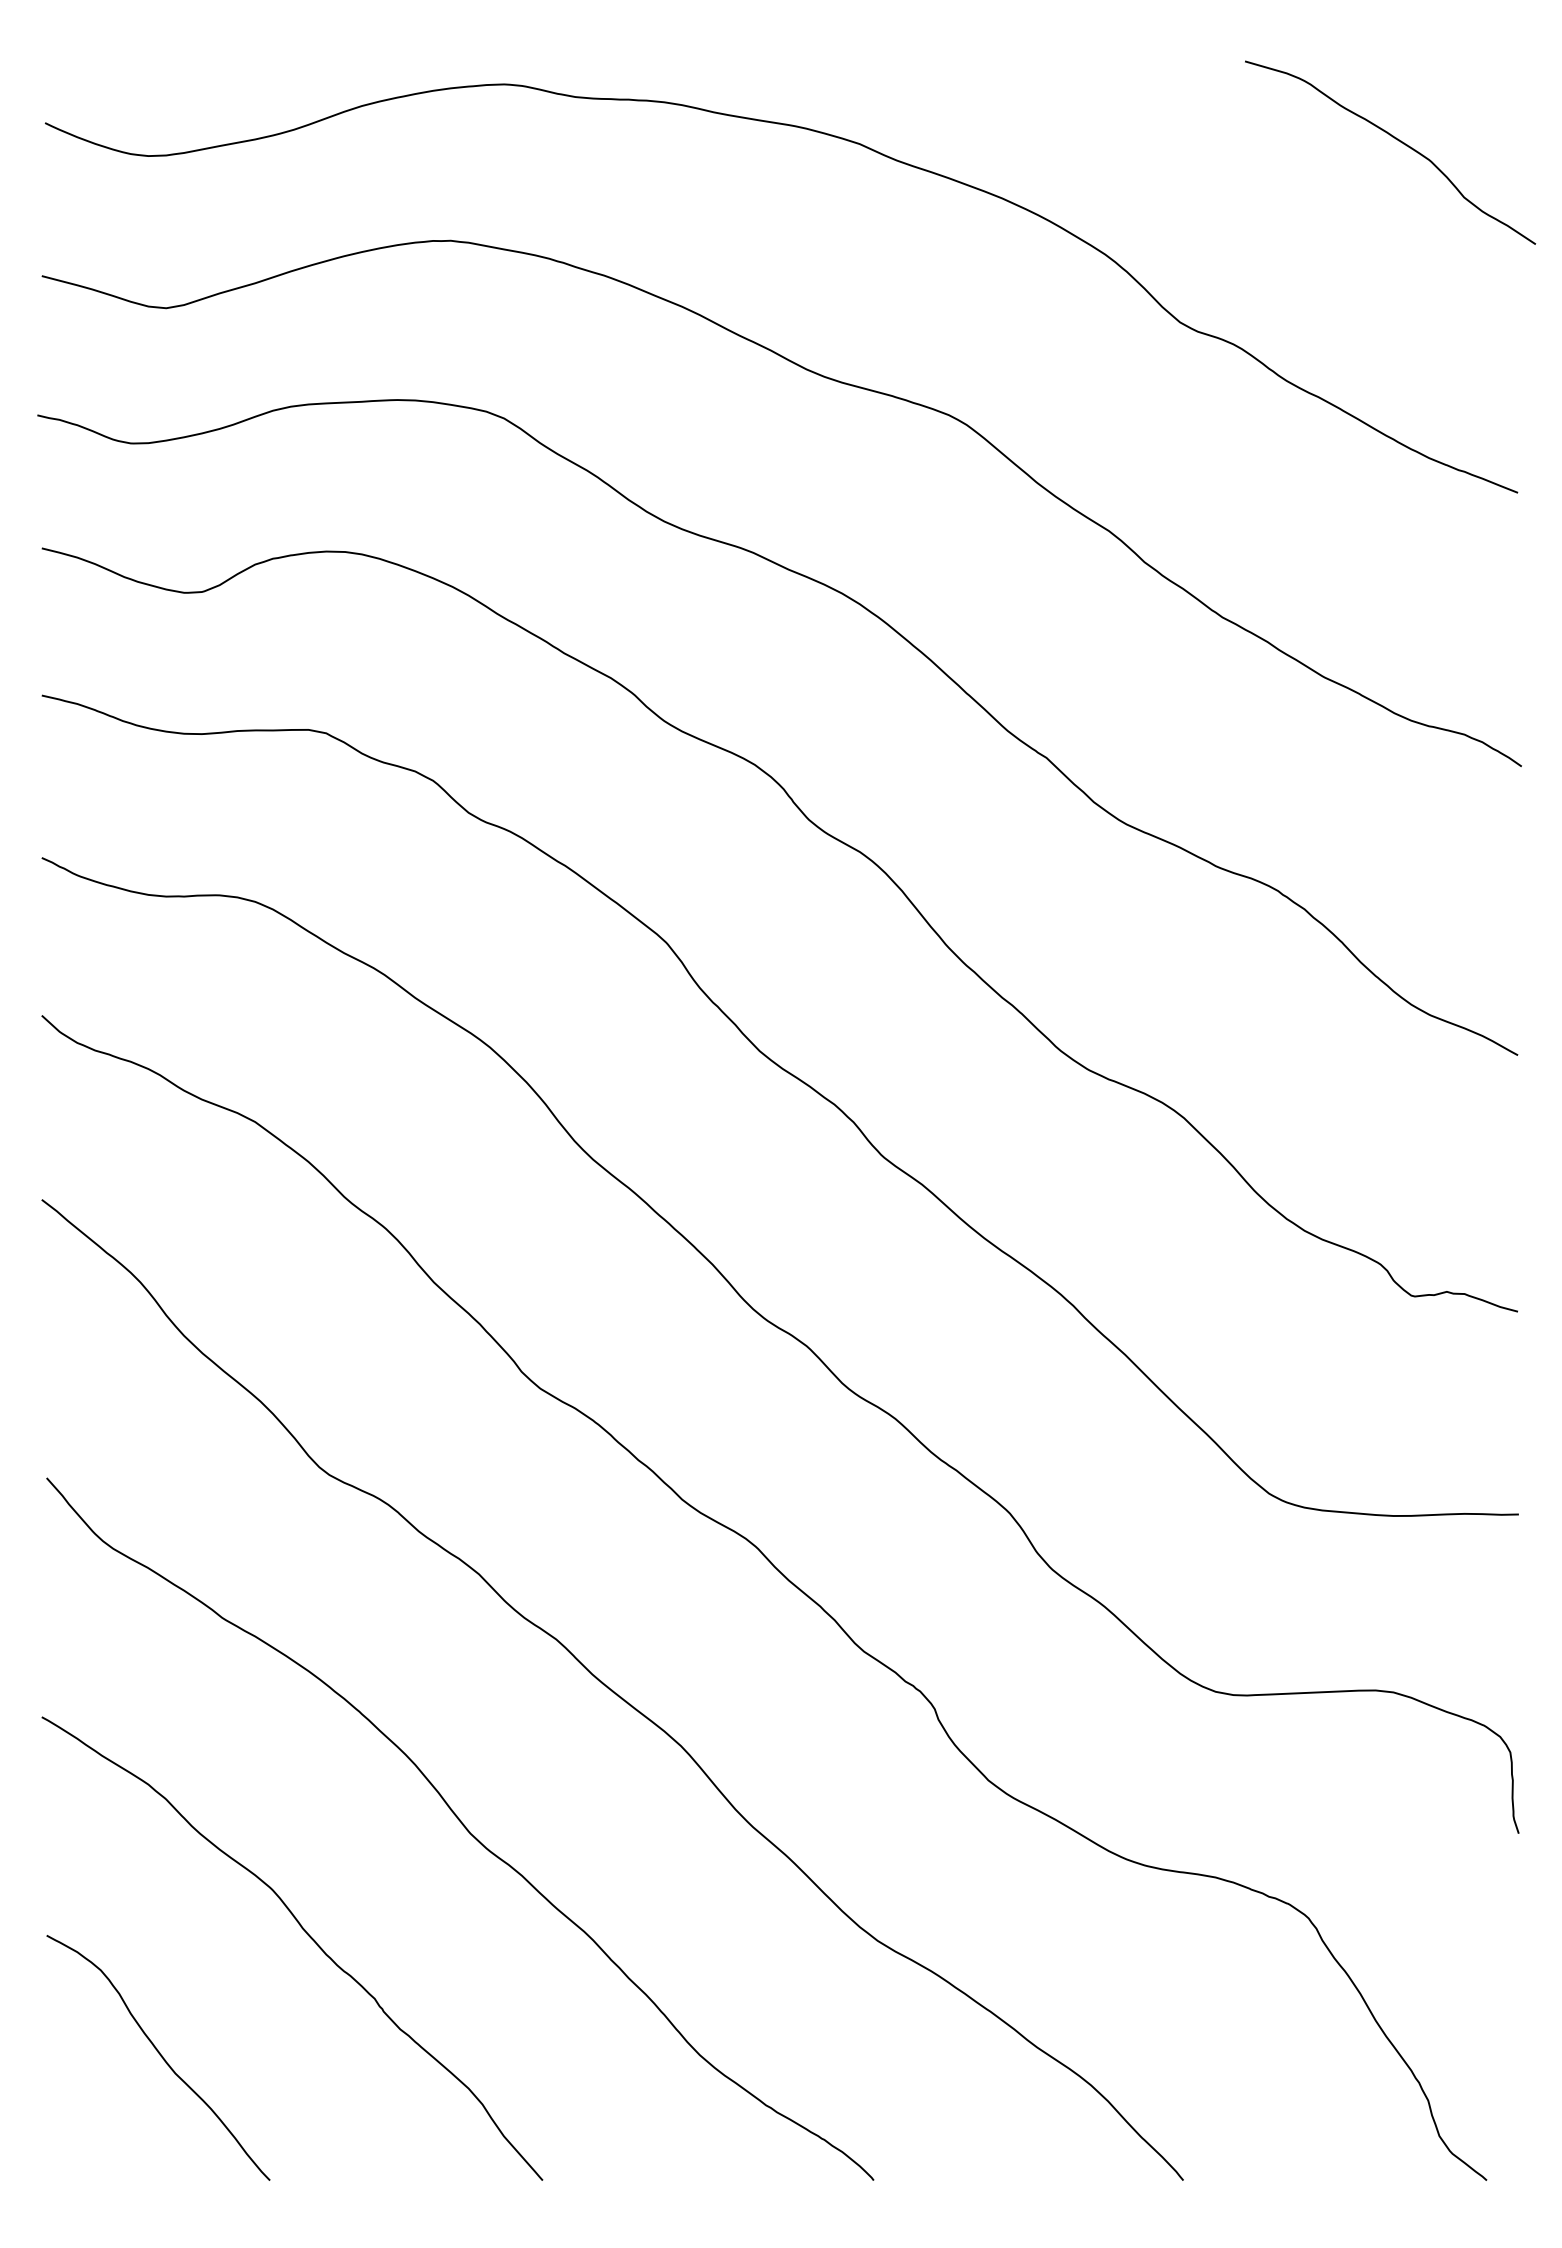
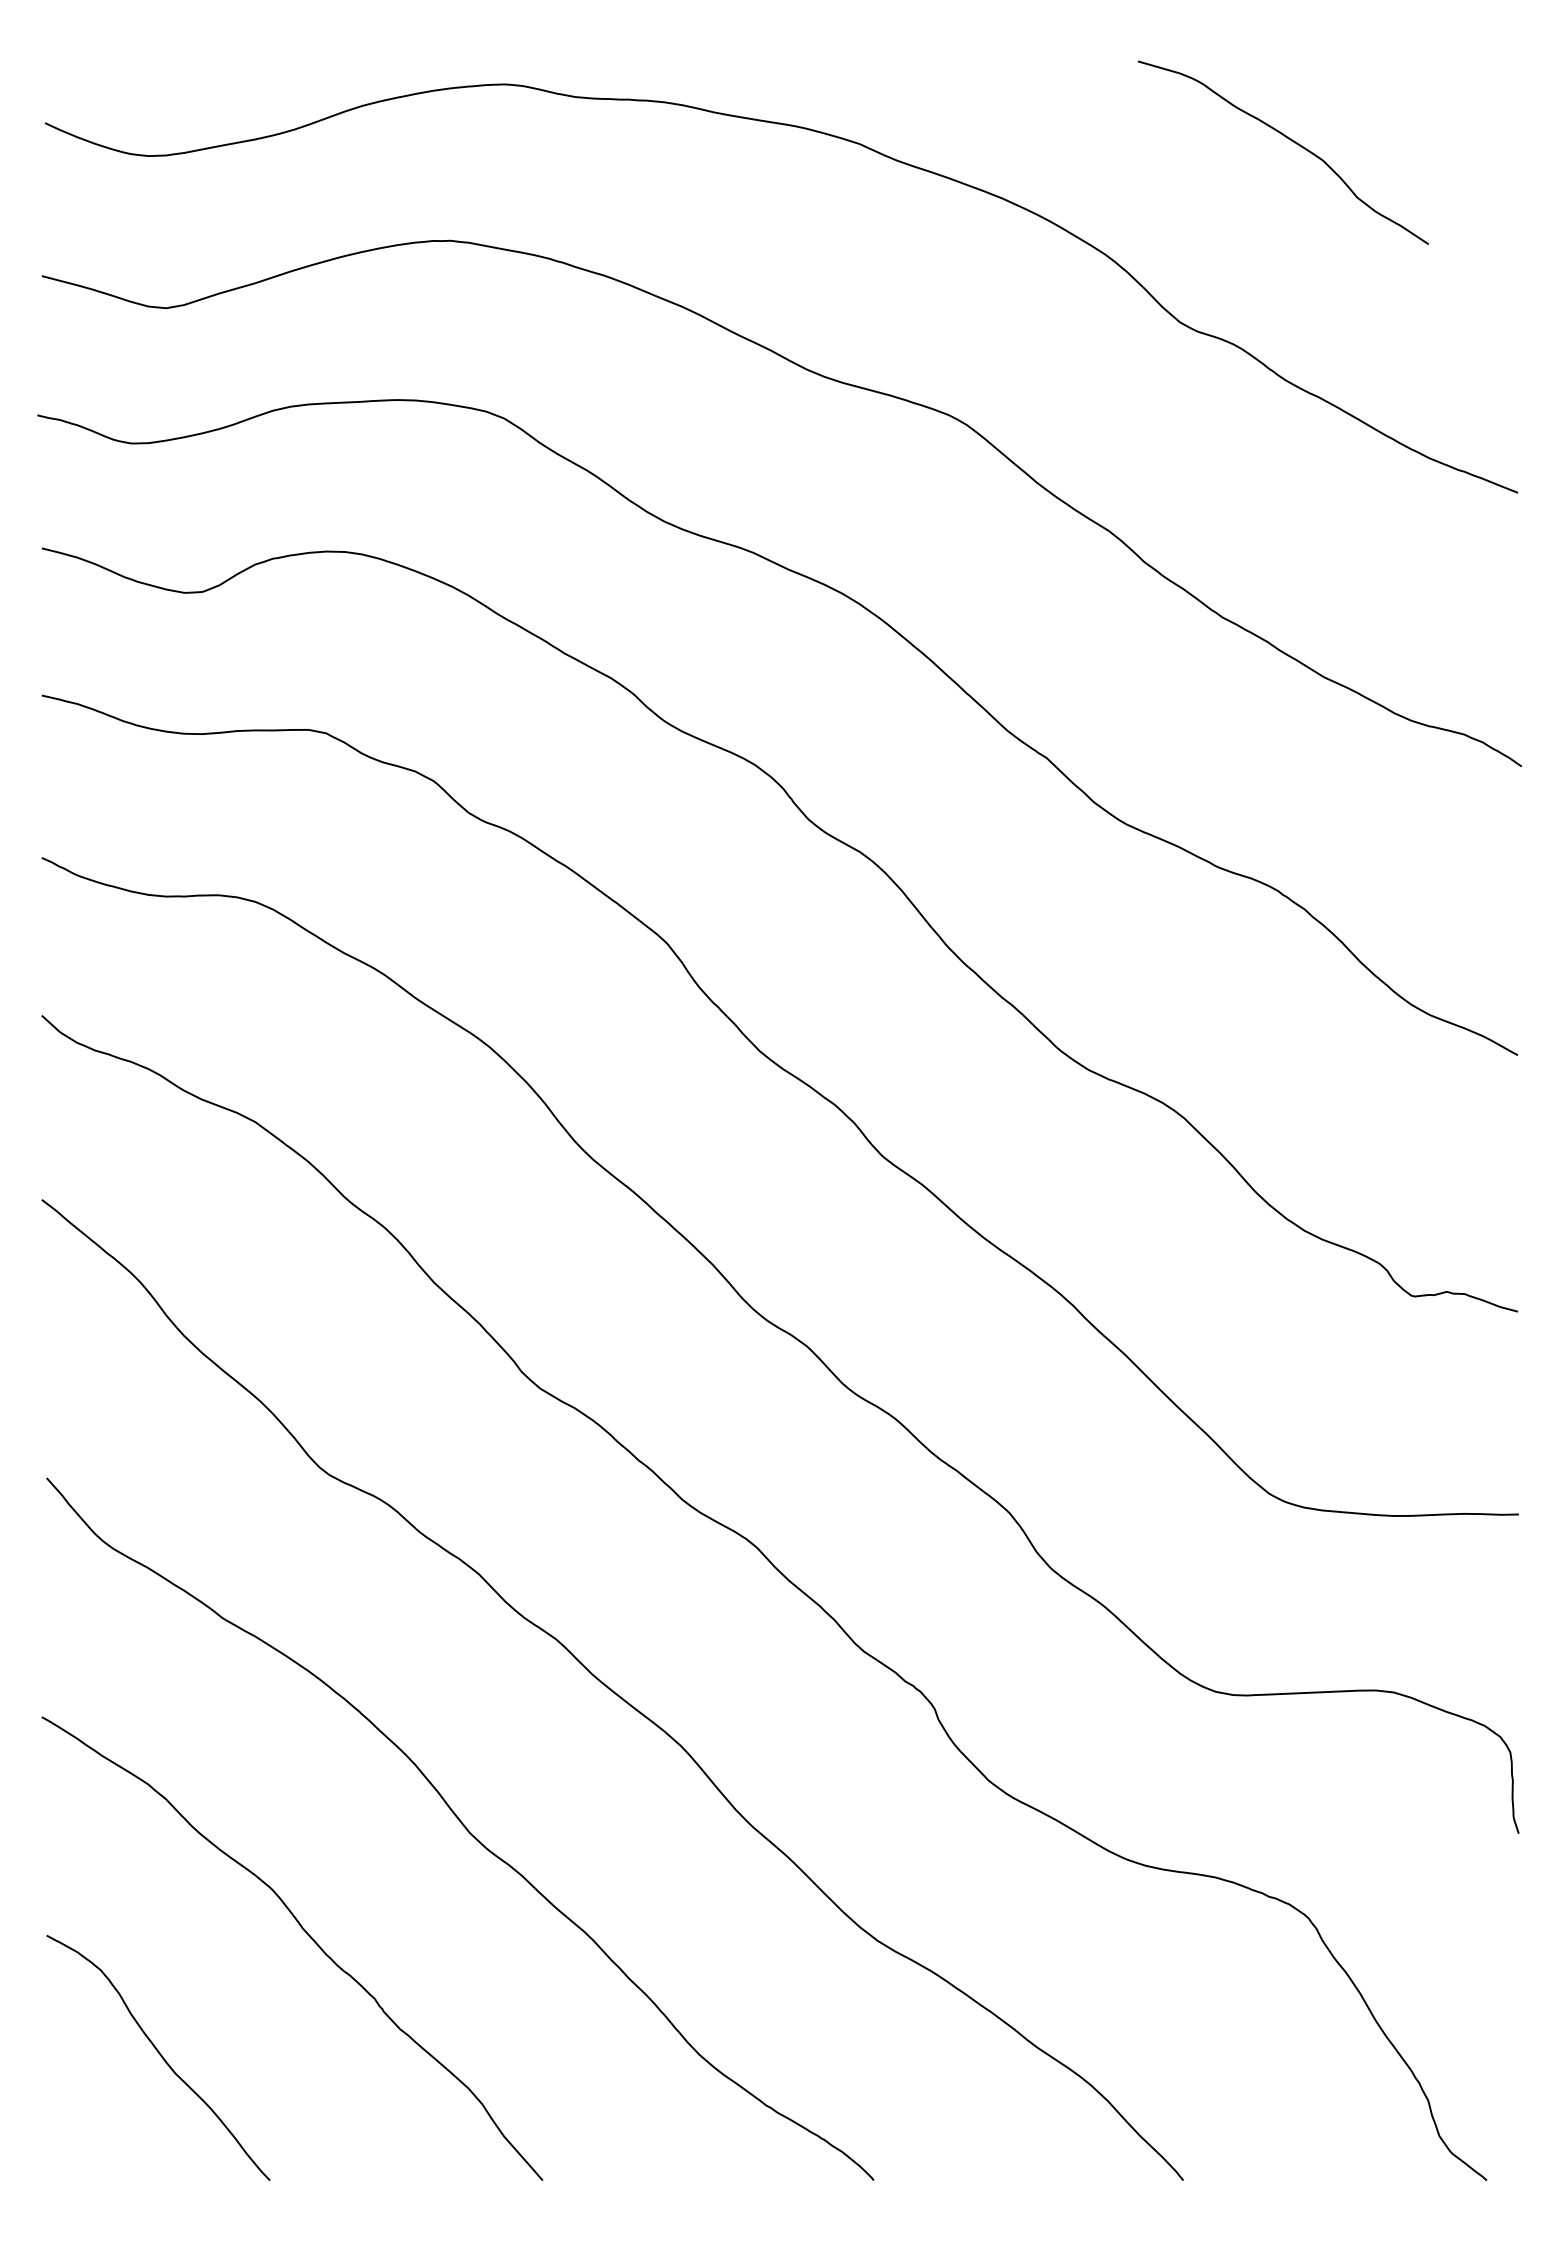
curve at (1398, 141) position: (1398, 141) -> (1291, 141)
